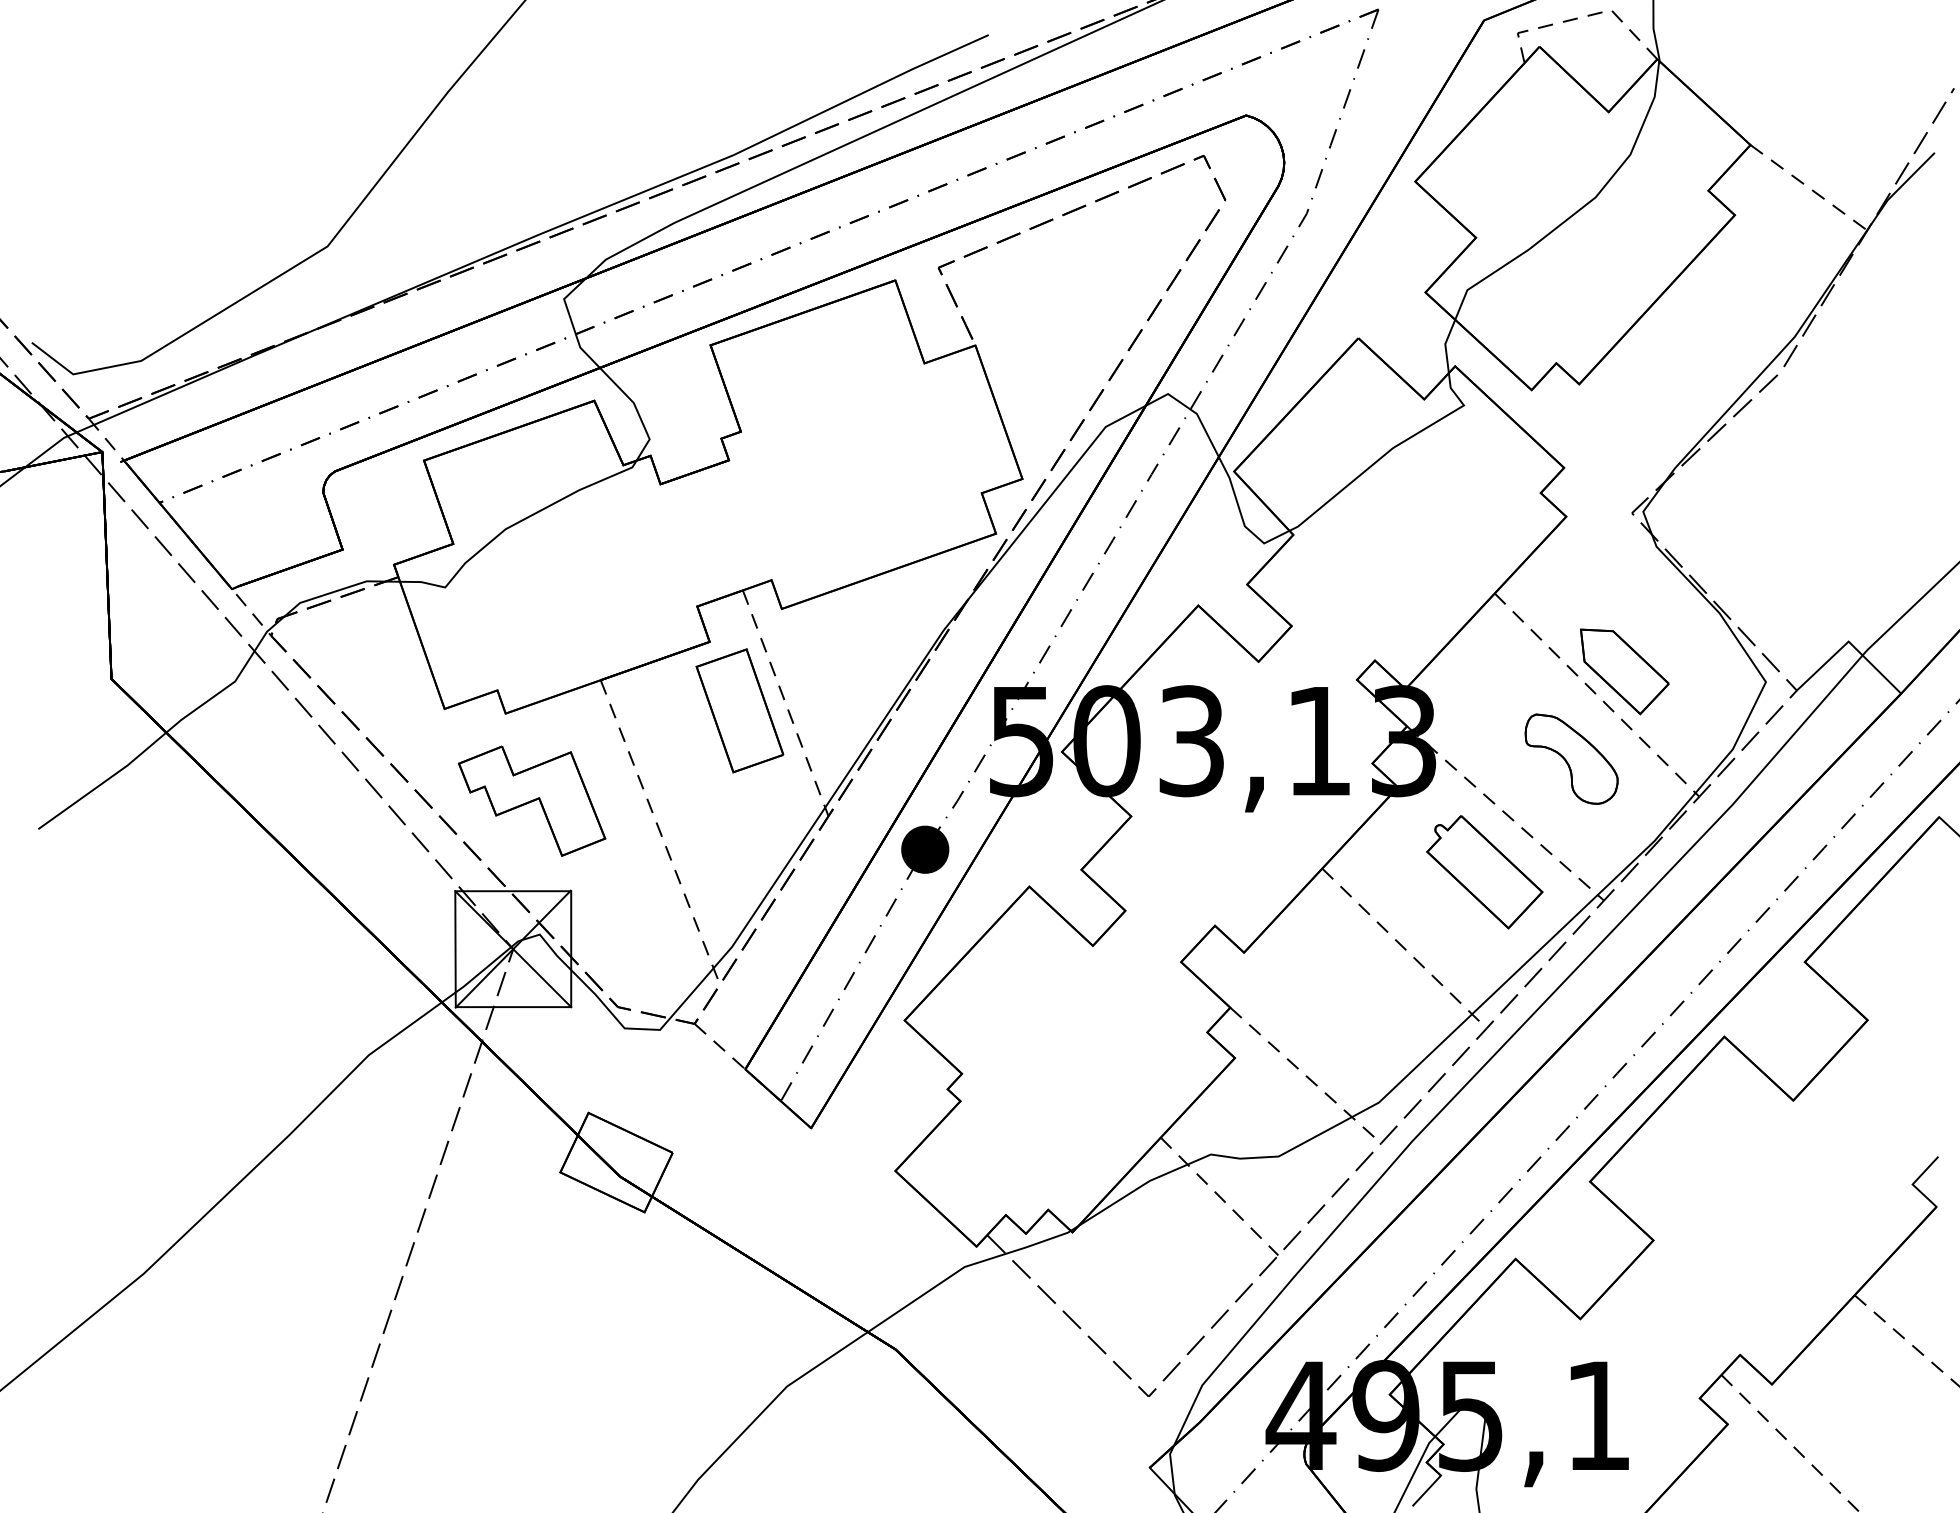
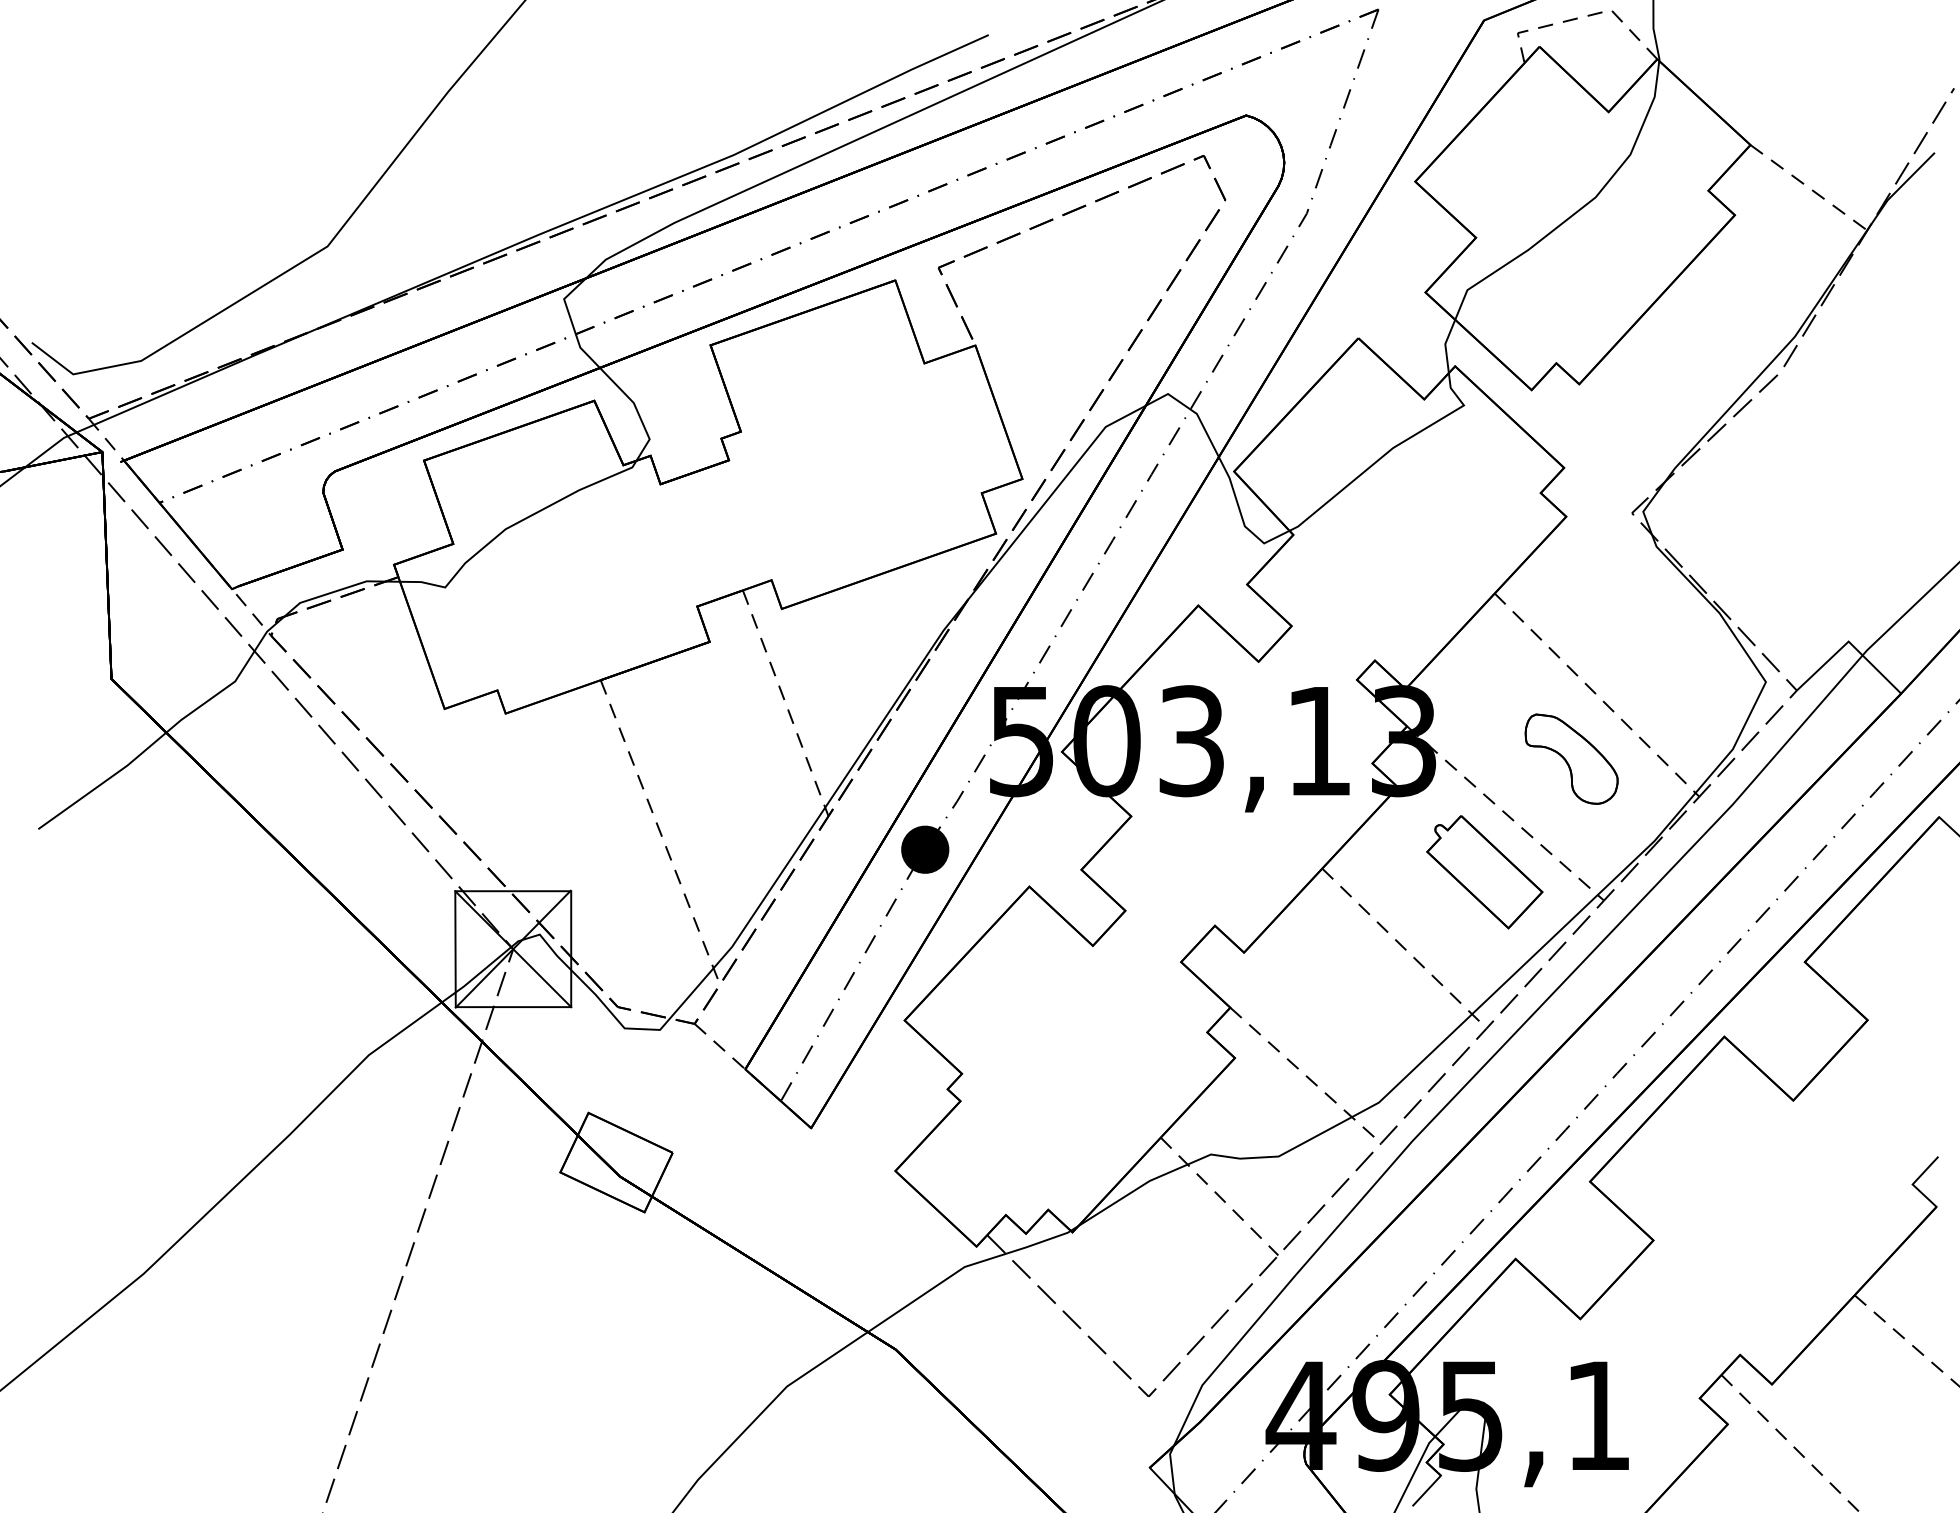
part at (1624, 671): present -> none
part at (739, 710): present -> none
part at (531, 800): present -> none
